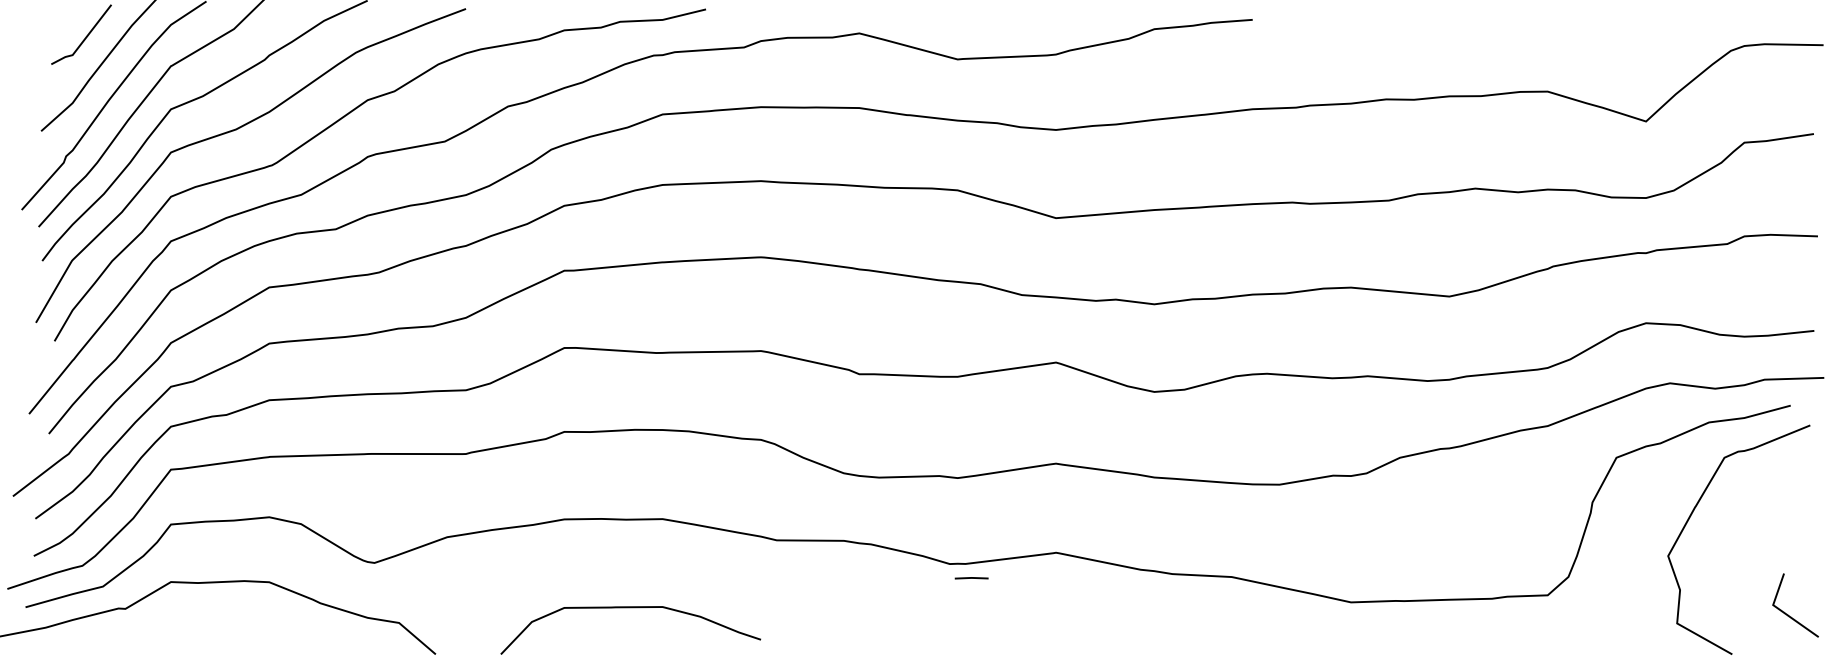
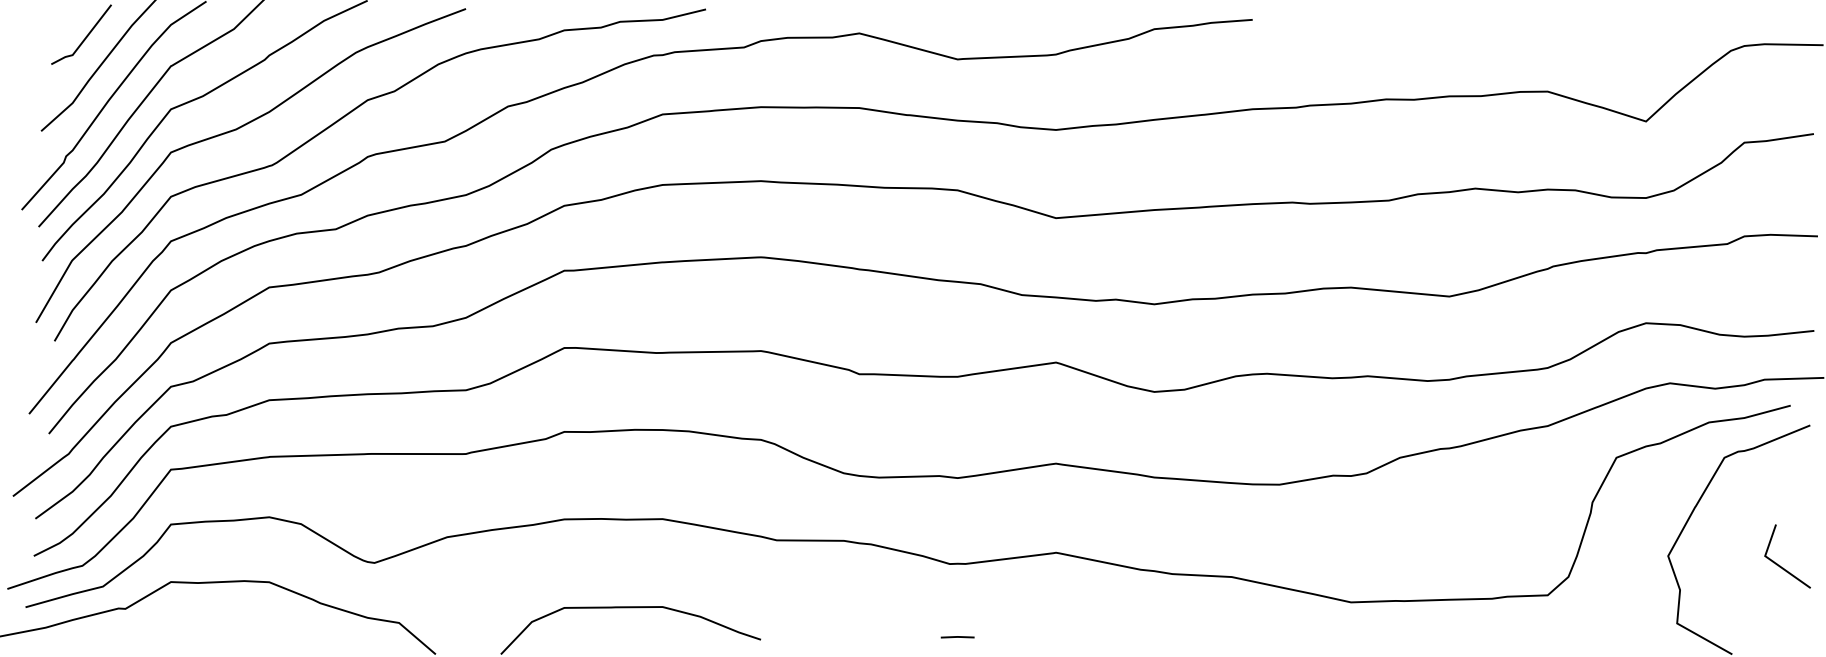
line at (971, 578) position: (971, 578) -> (957, 637)
line at (1788, 614) position: (1788, 614) -> (1780, 565)
